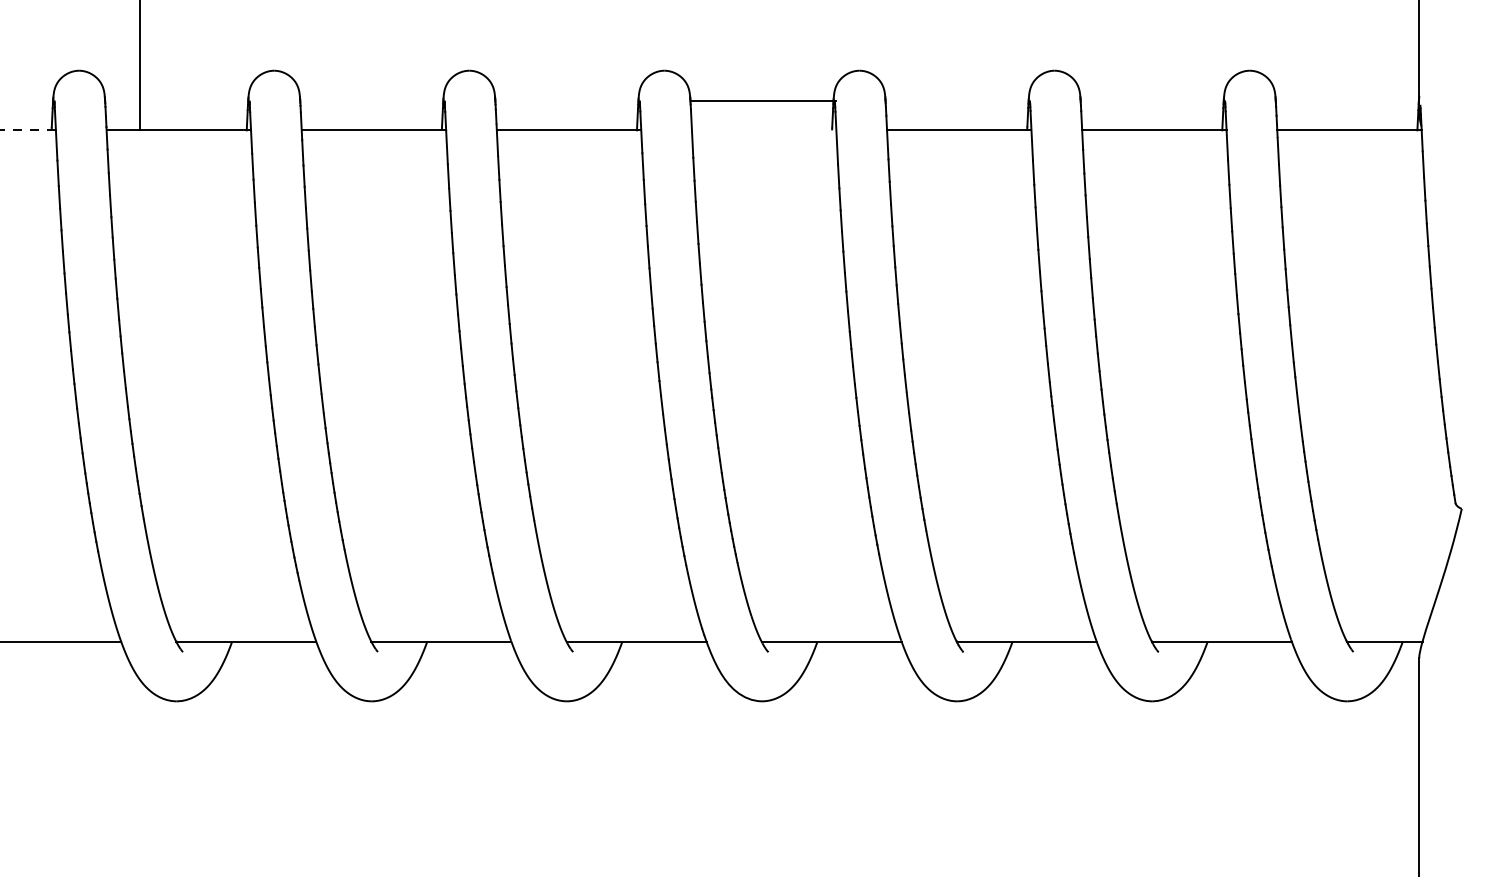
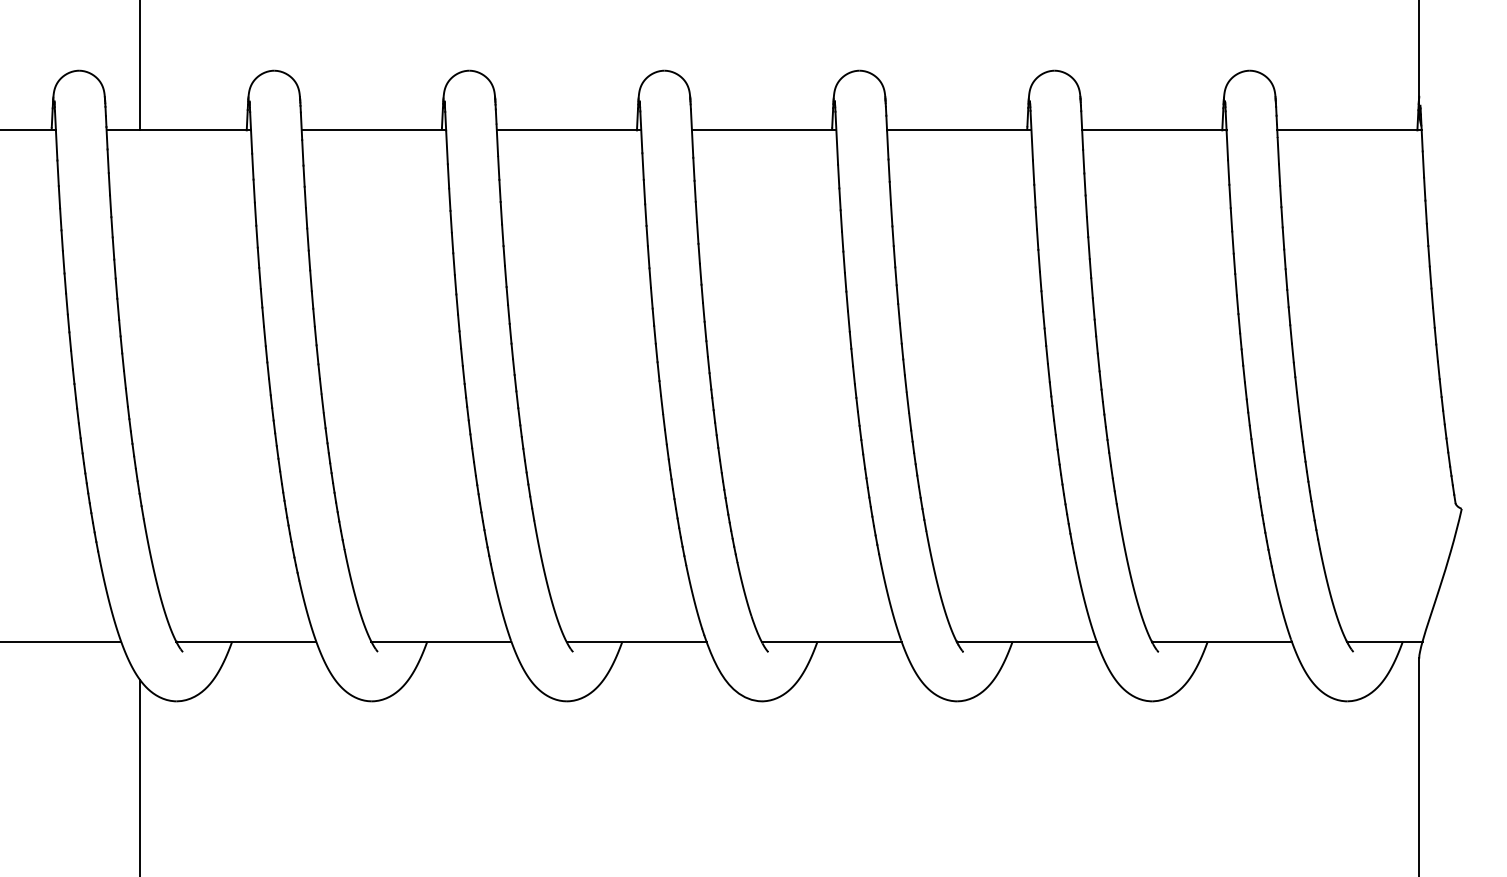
line at (763, 101) position: (763, 101) -> (763, 130)
line at (28, 130): dashed -> solid
line at (140, 776): none -> present
